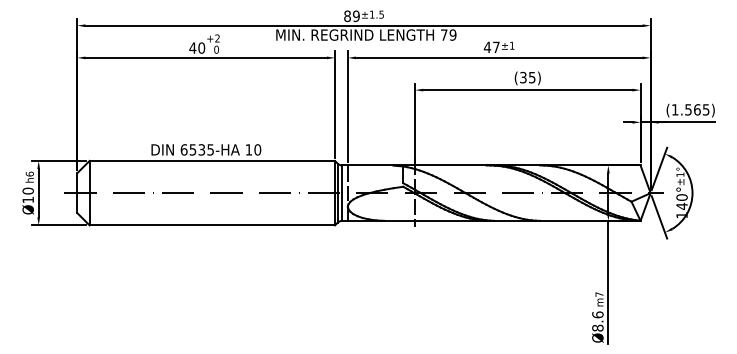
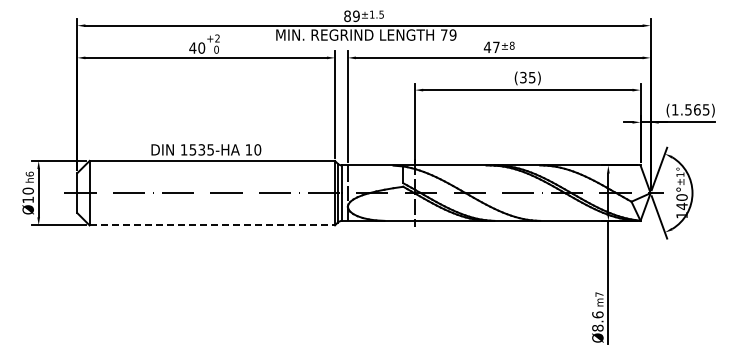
text at (511, 45): ±1 -> ±8
text at (183, 149): 6535-HA -> 1535-HA
line at (212, 225): solid -> dashed
